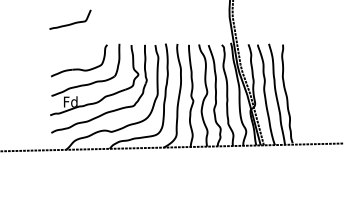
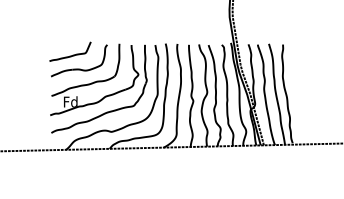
curve at (70, 23) position: (70, 23) -> (70, 55)
